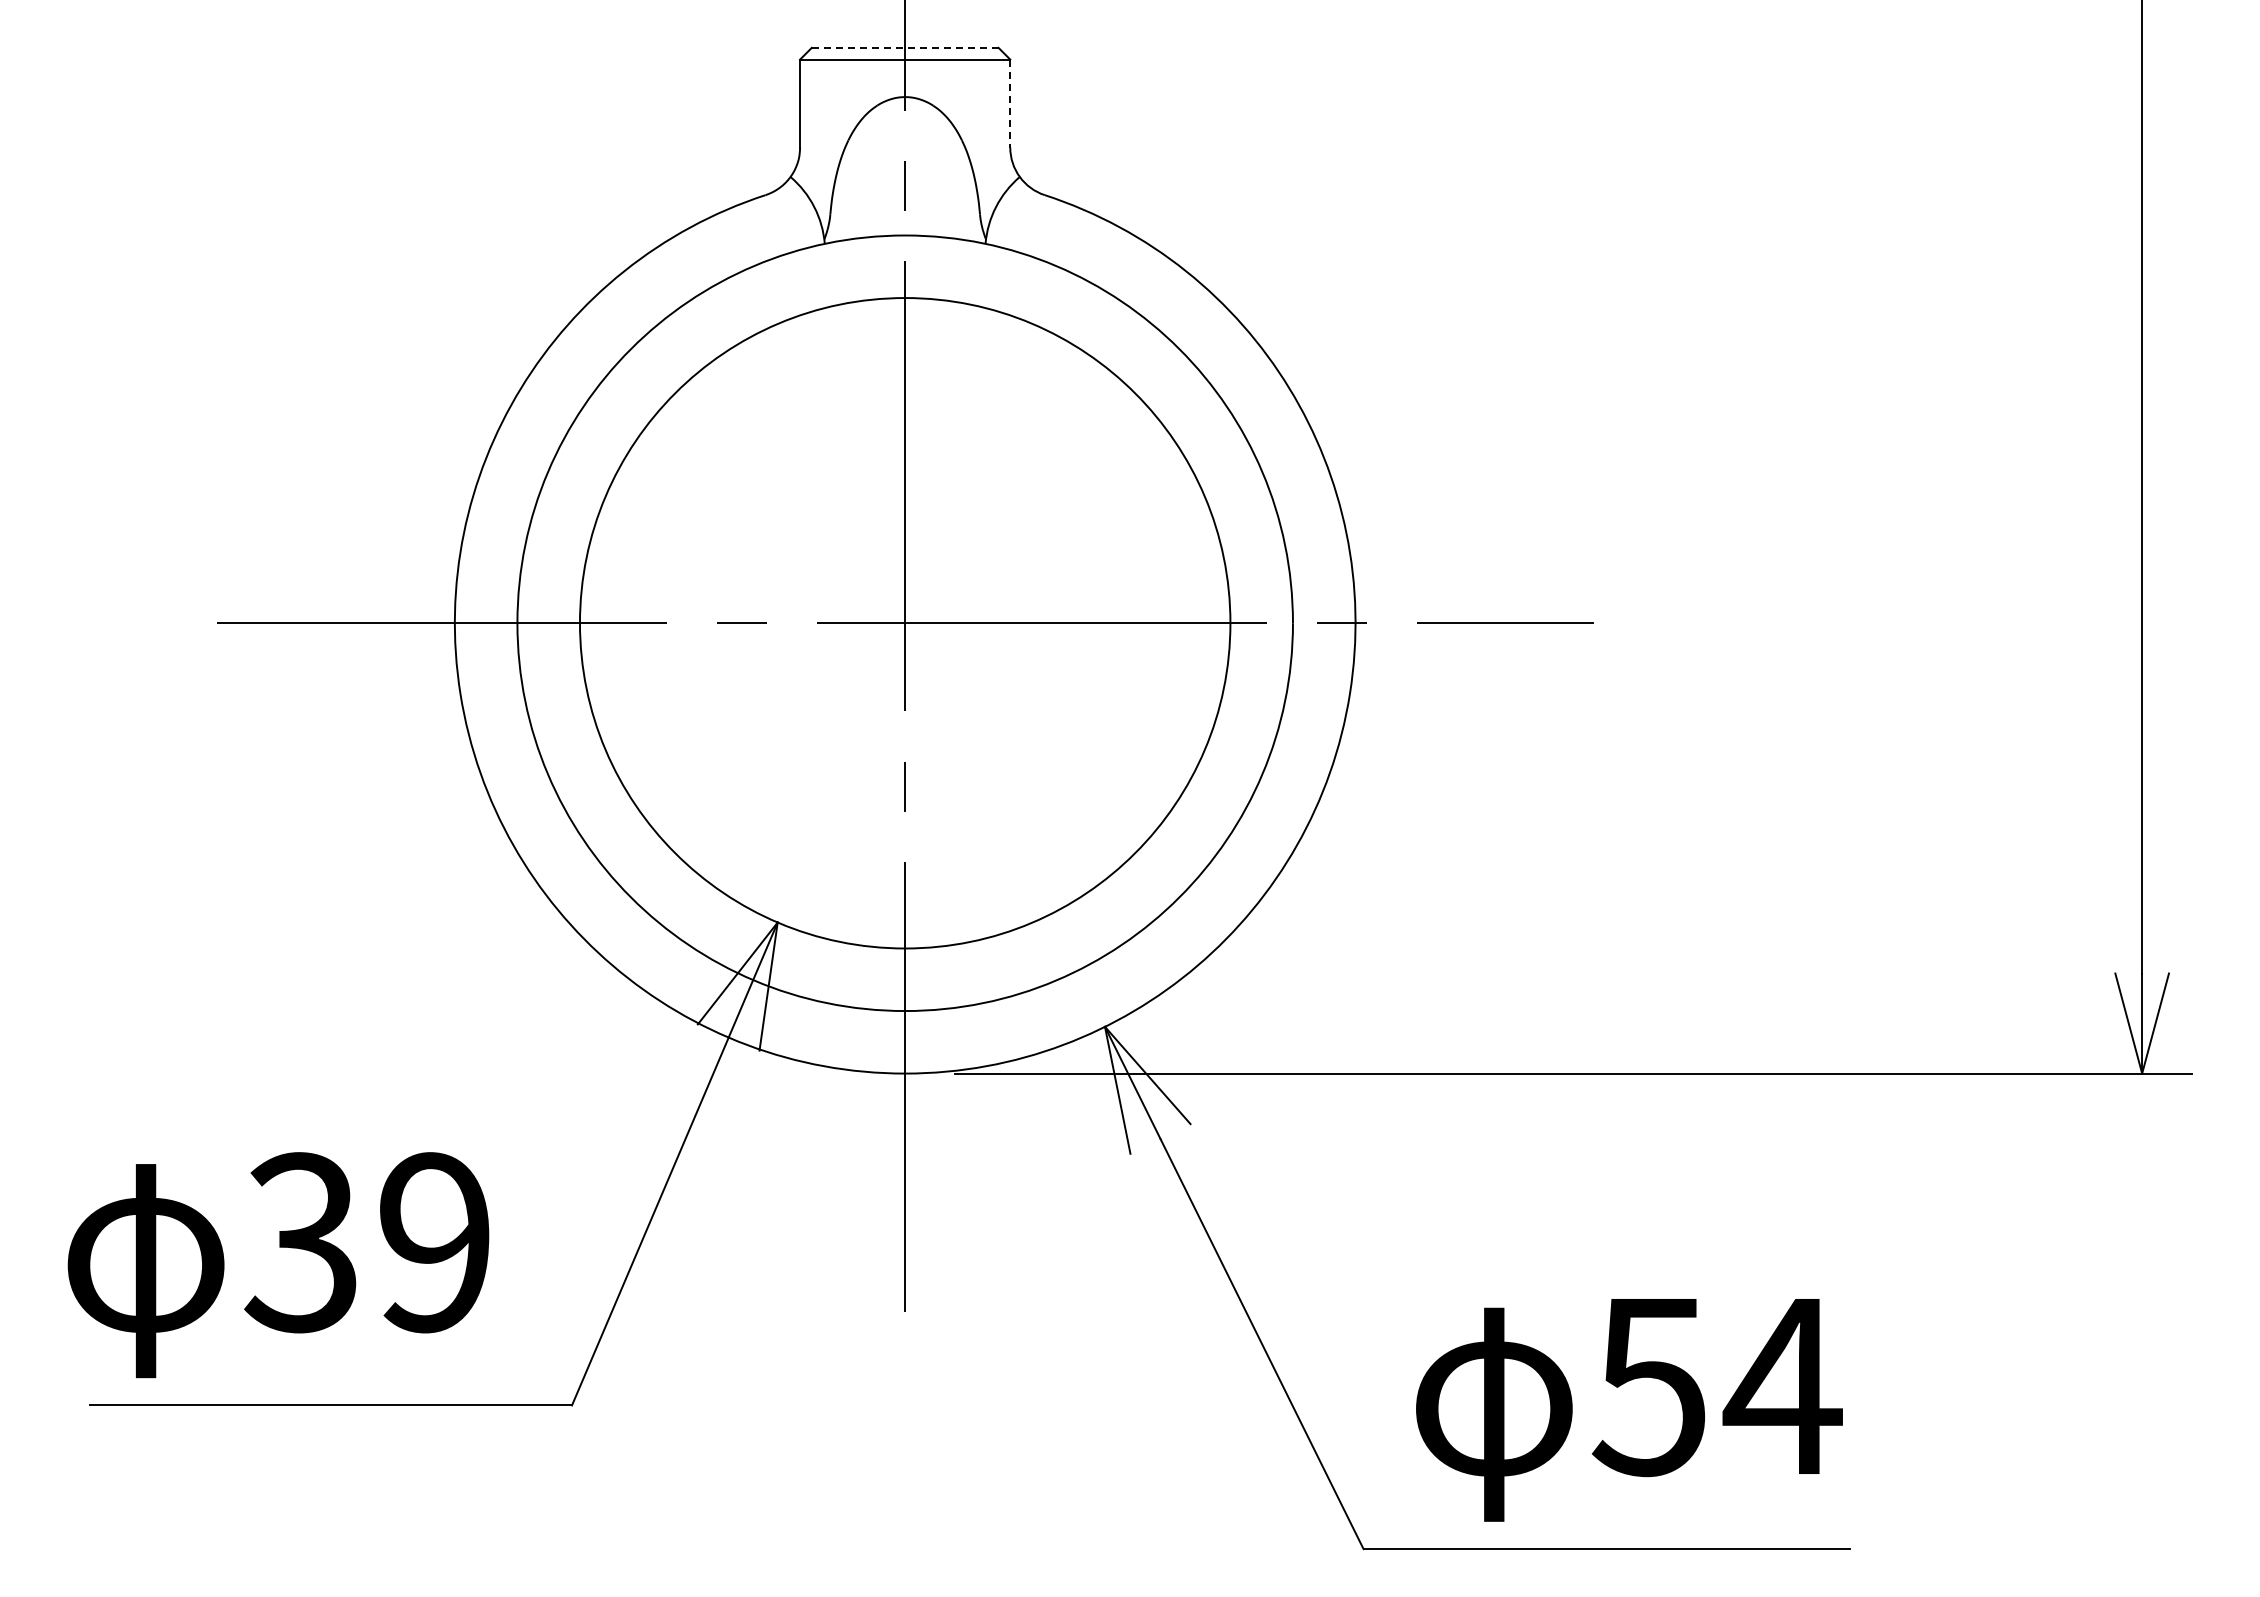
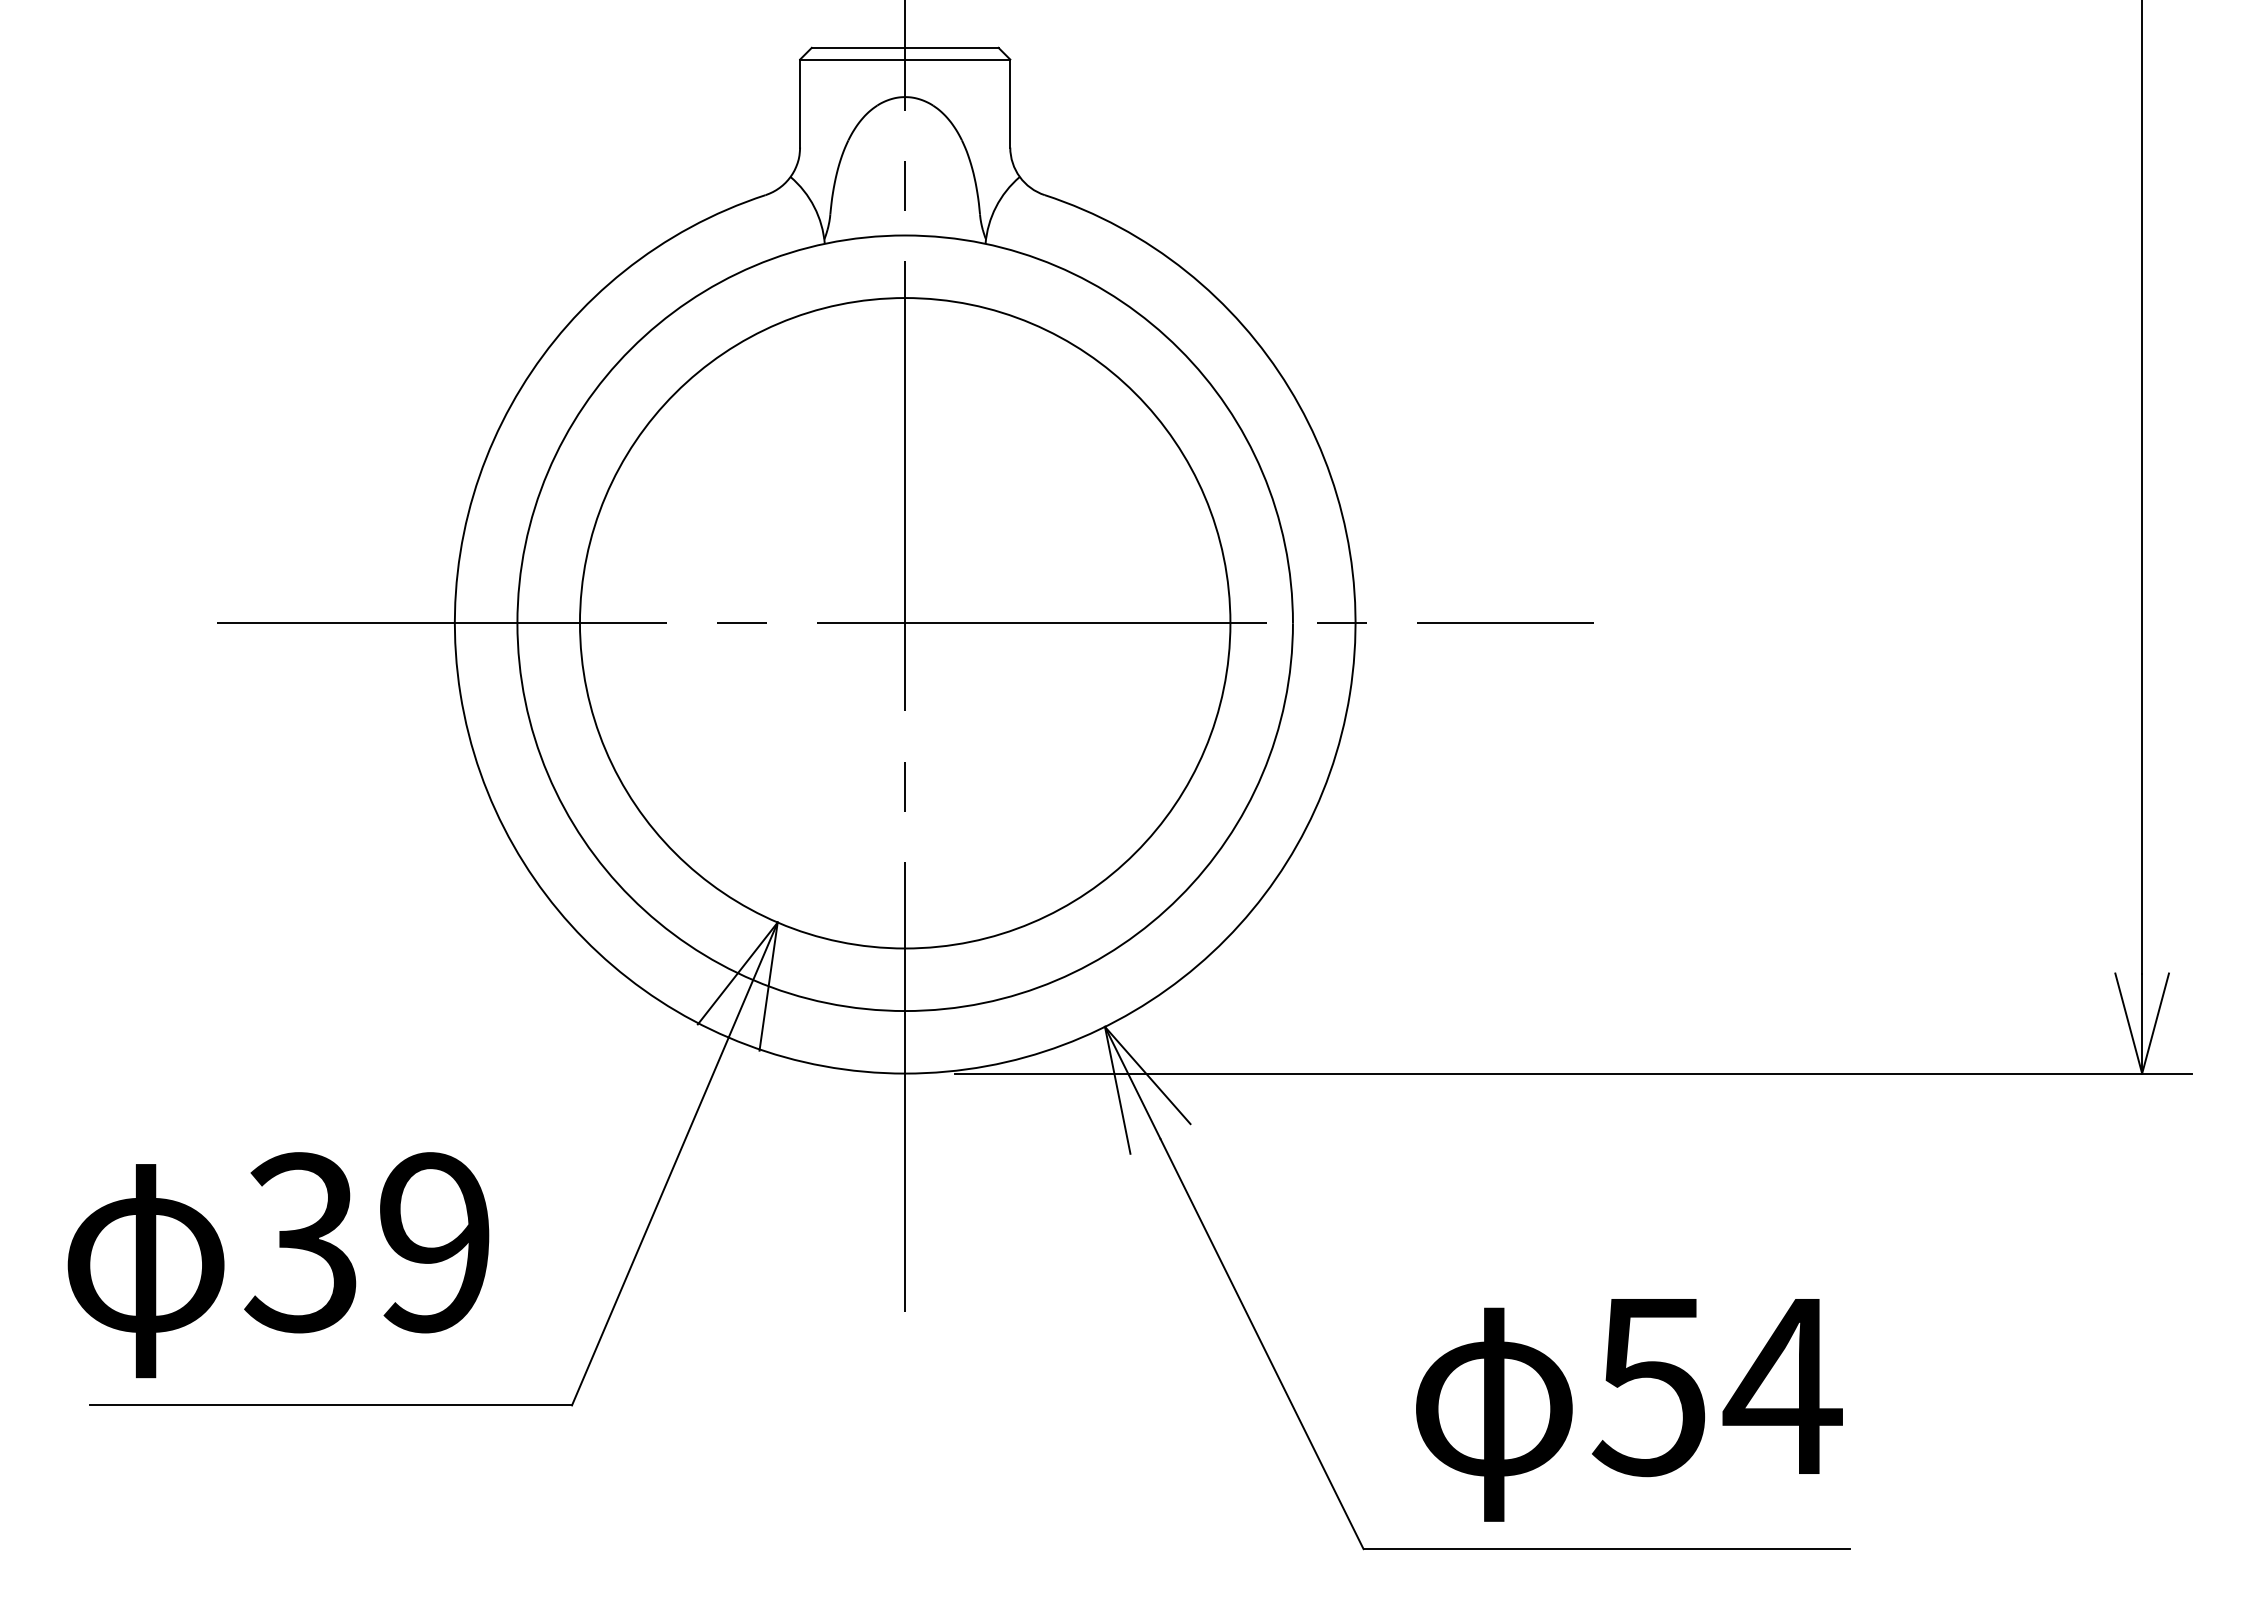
line at (905, 47): dashed -> solid
line at (1010, 104): dashed -> solid
